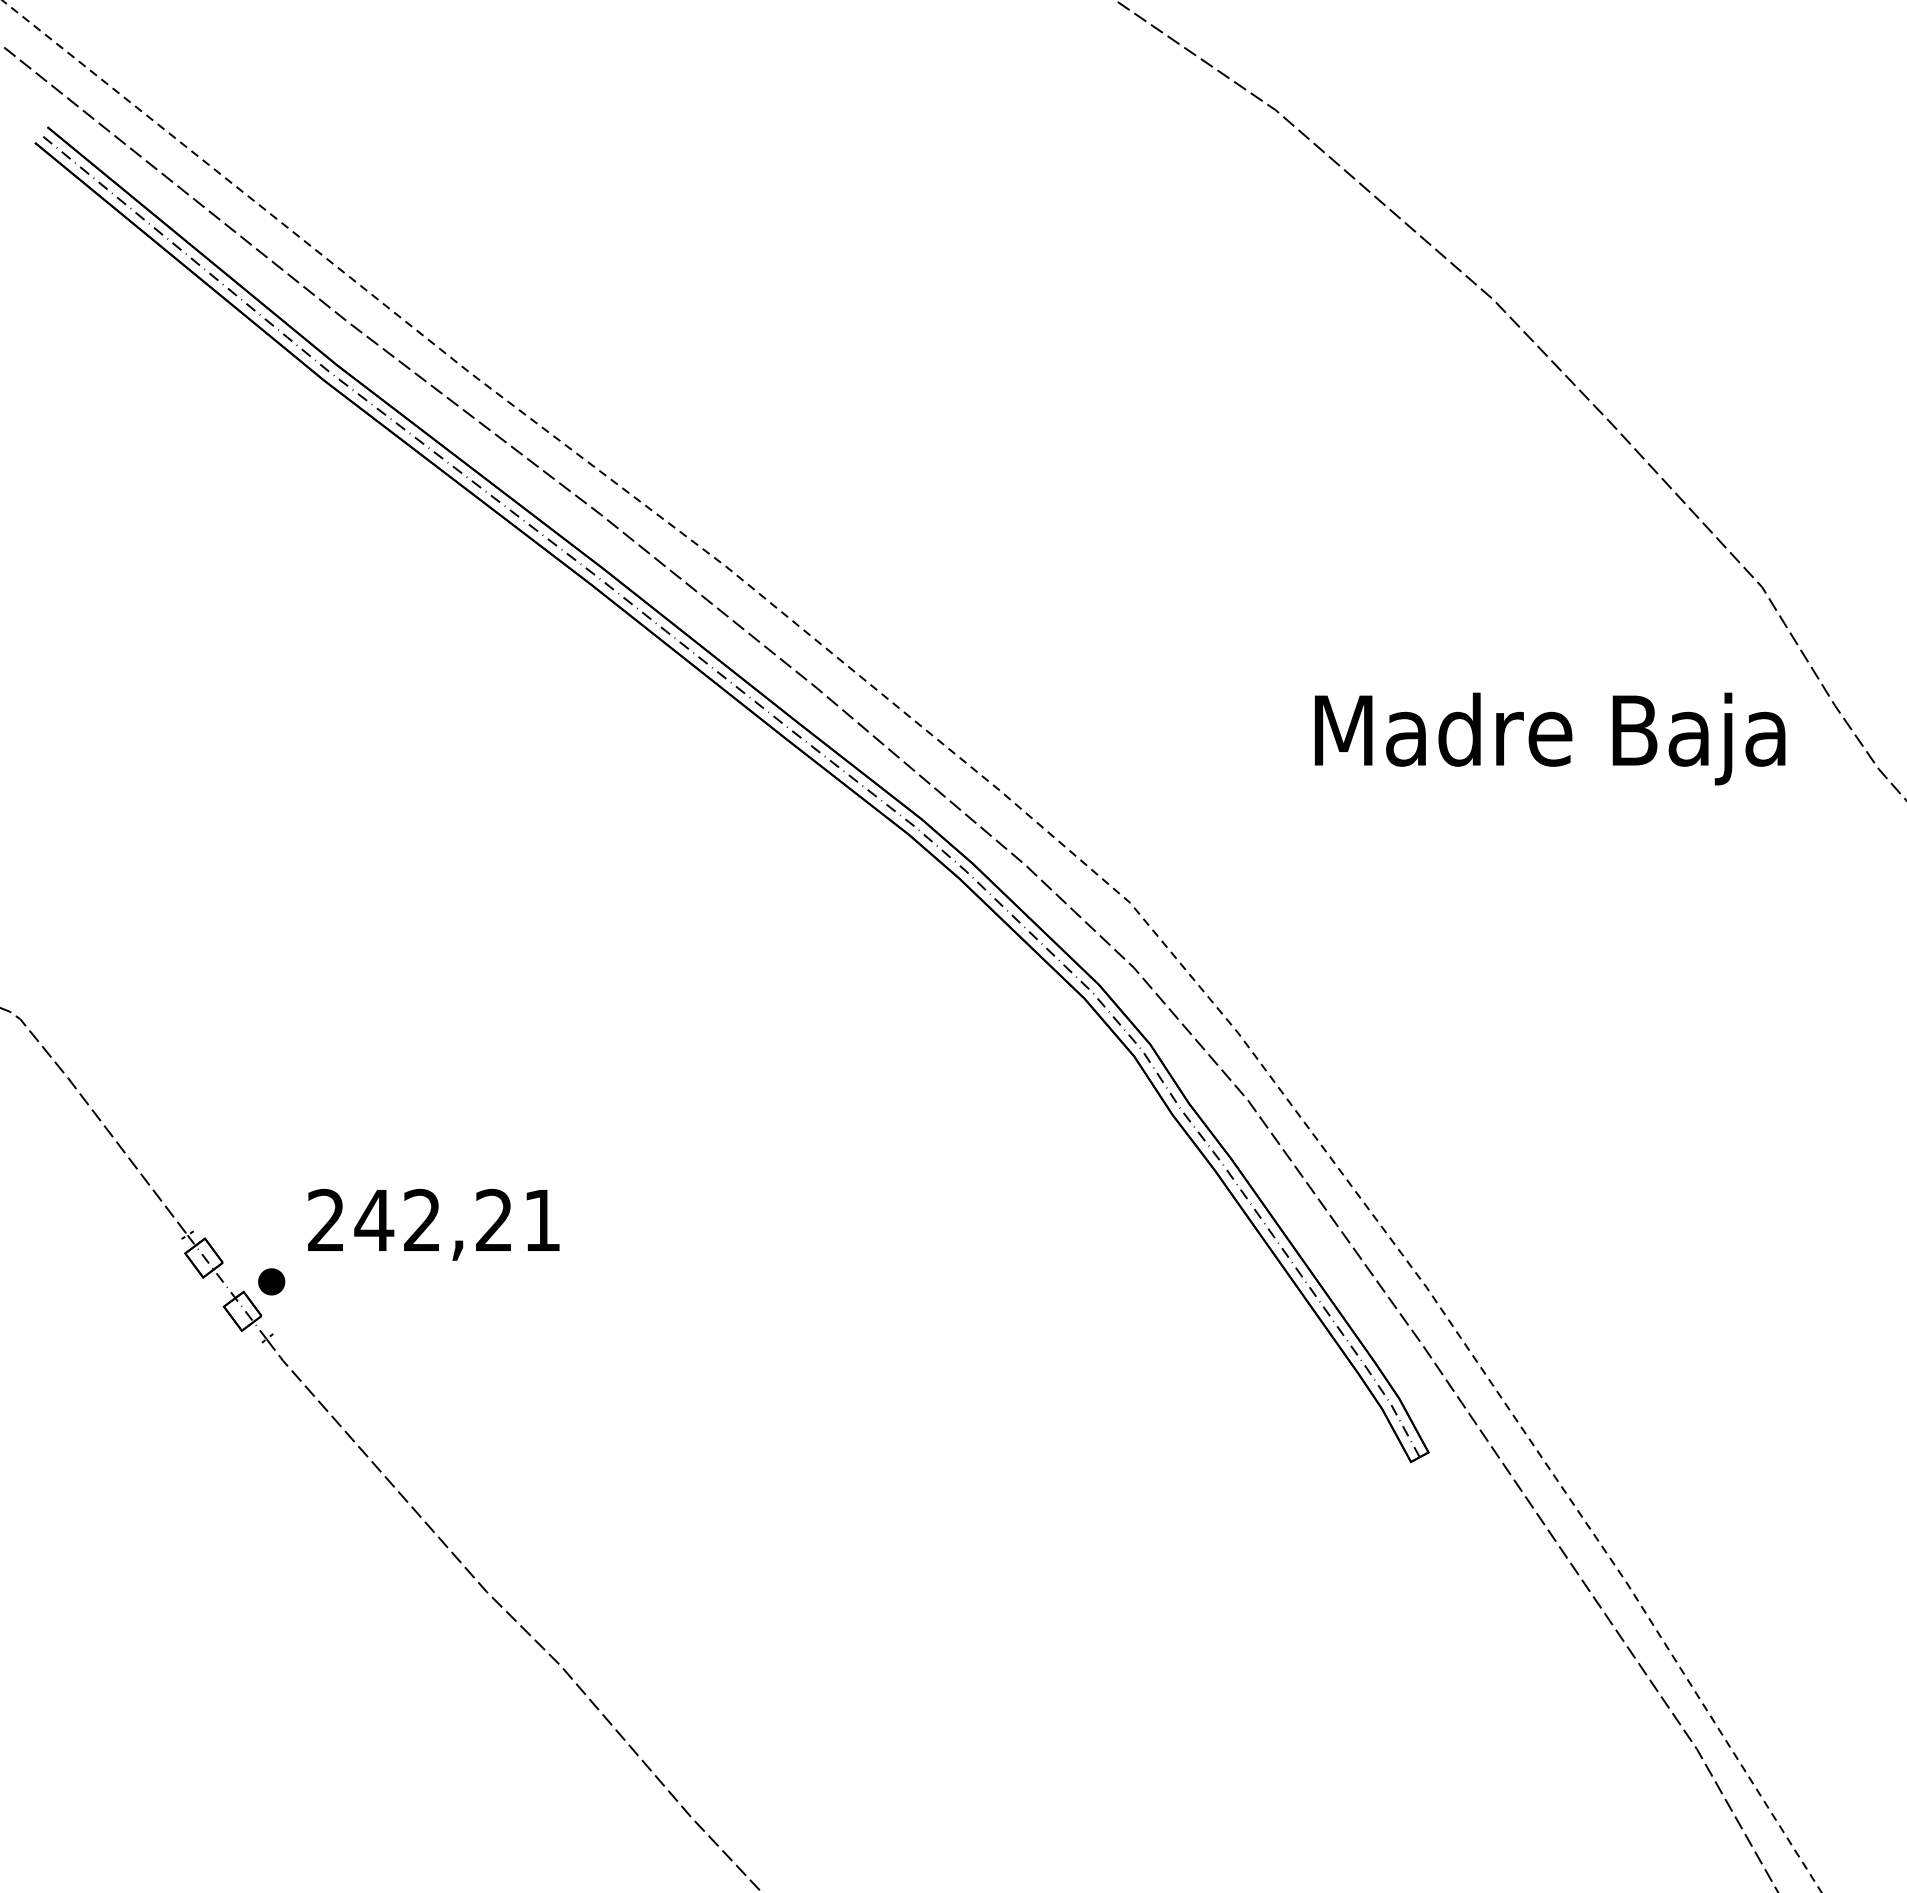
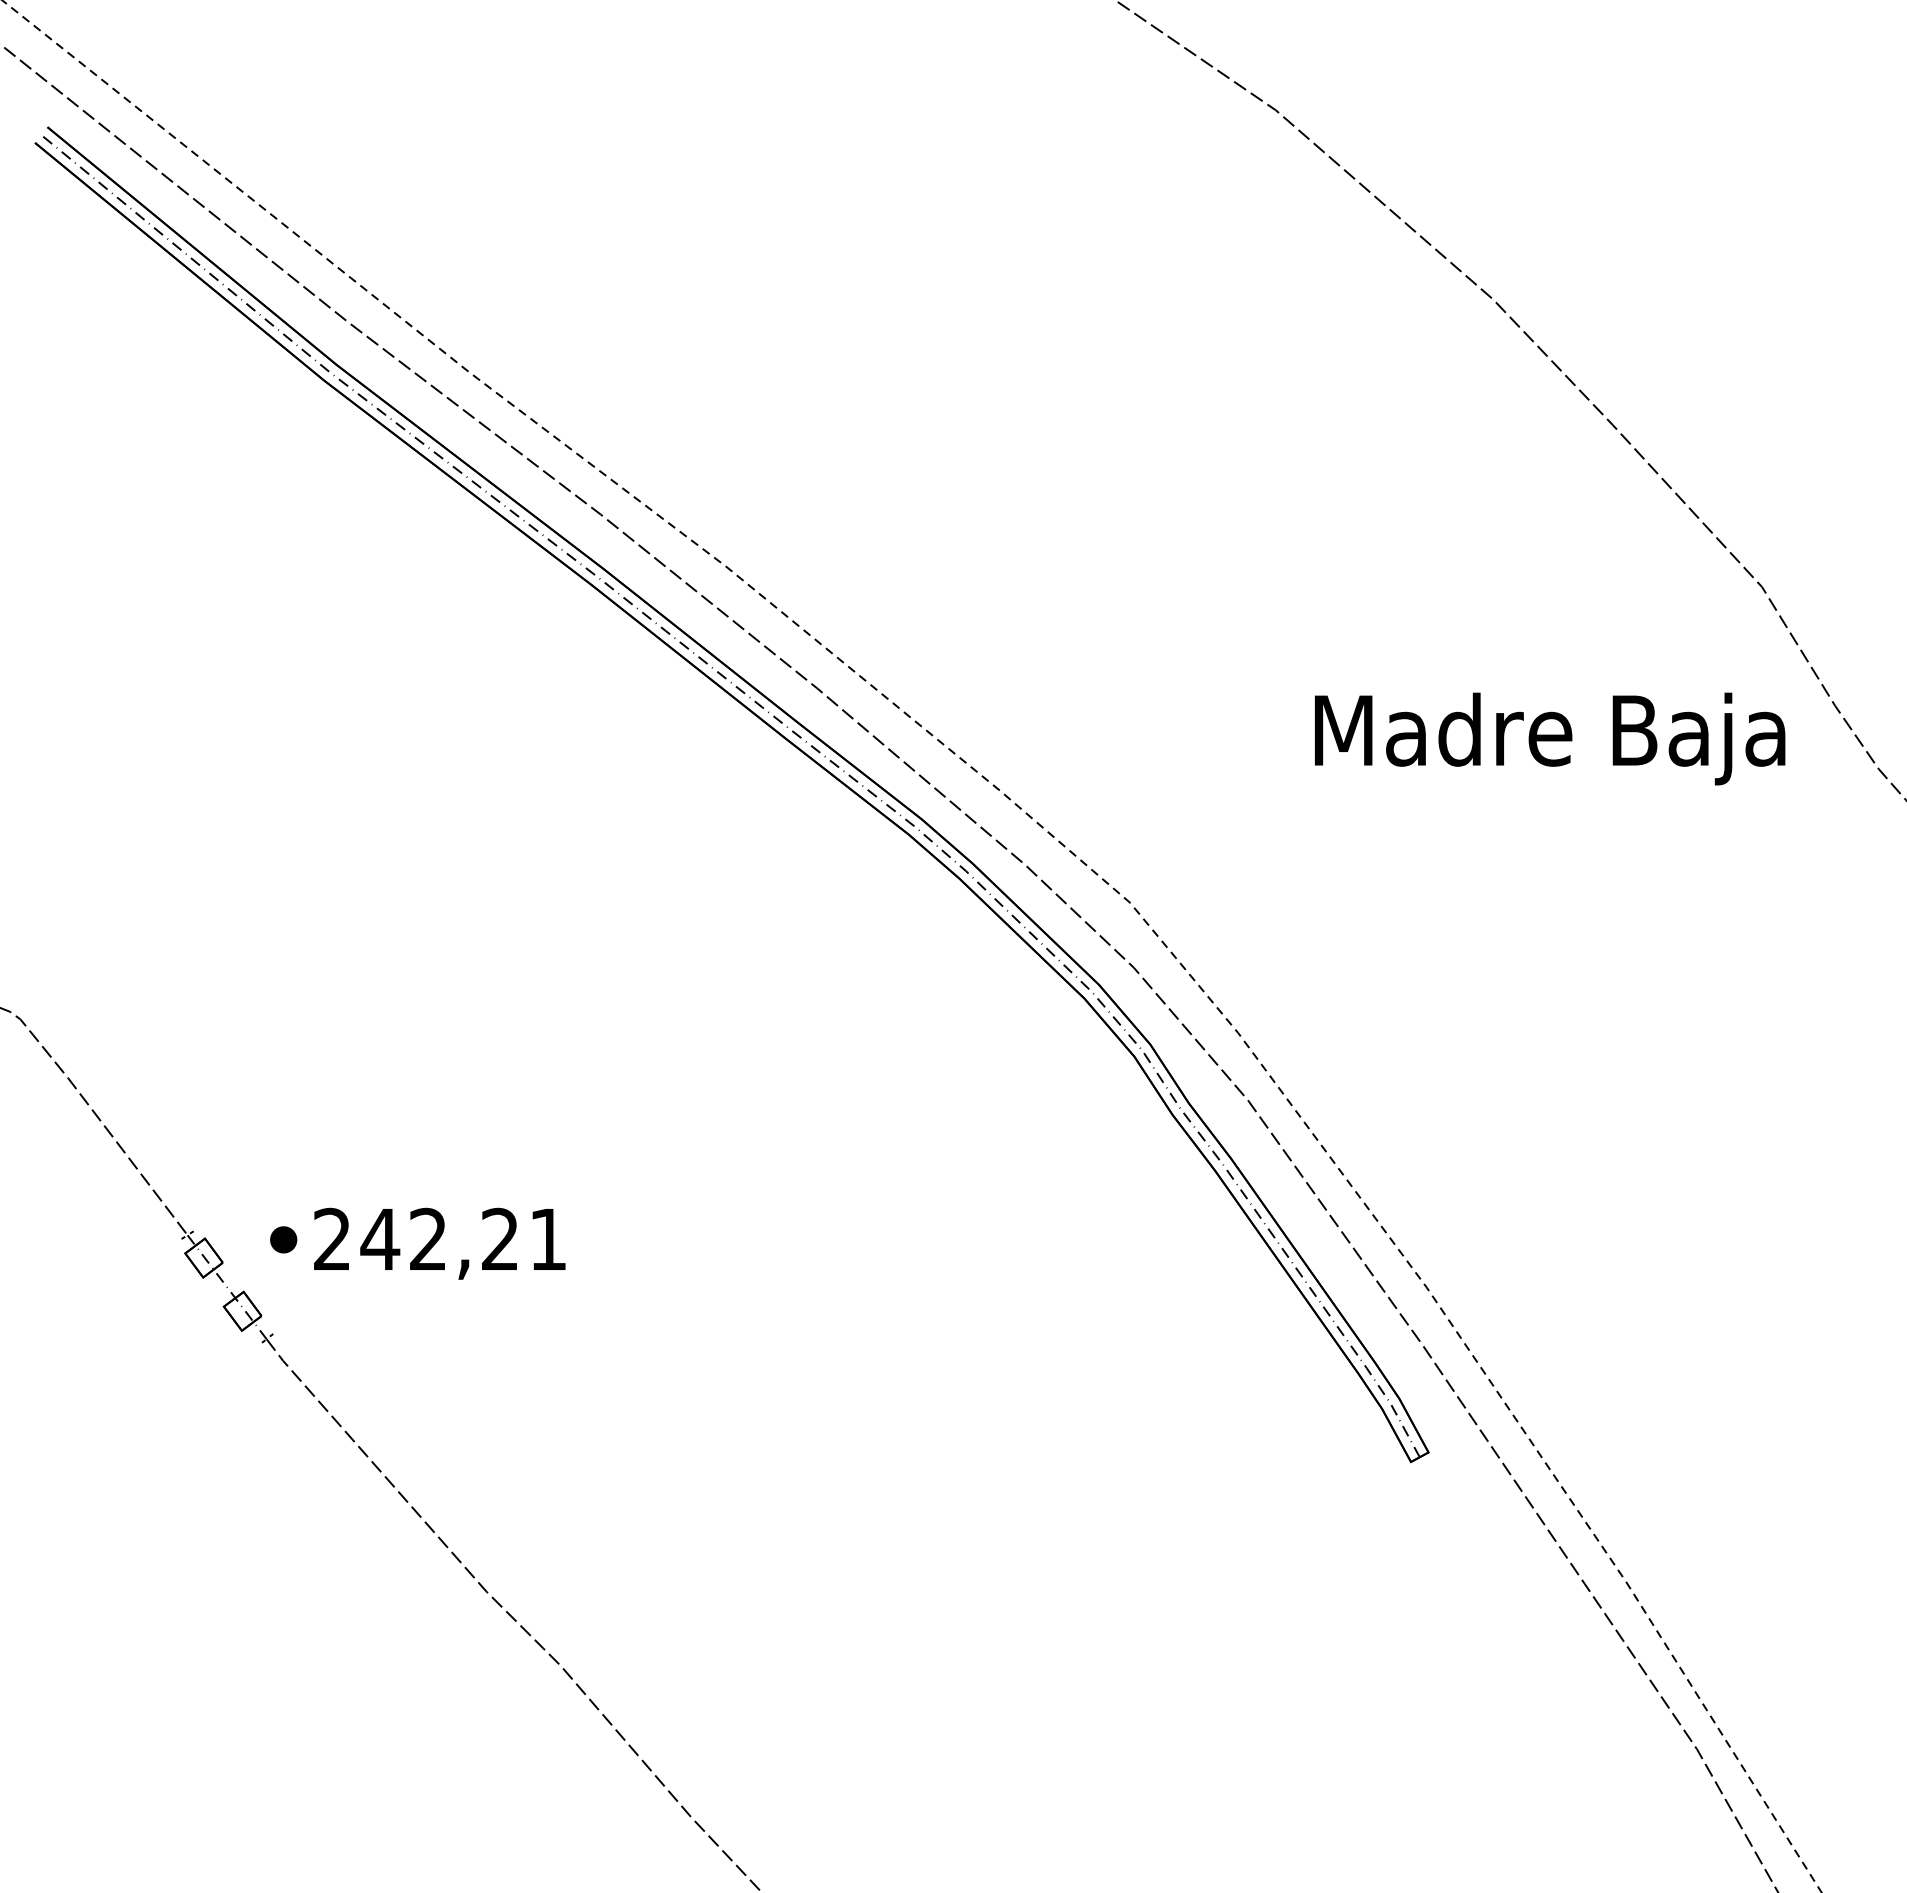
text at (433, 1224) position: (433, 1224) -> (439, 1243)
part at (271, 1281) position: (271, 1281) -> (283, 1239)
